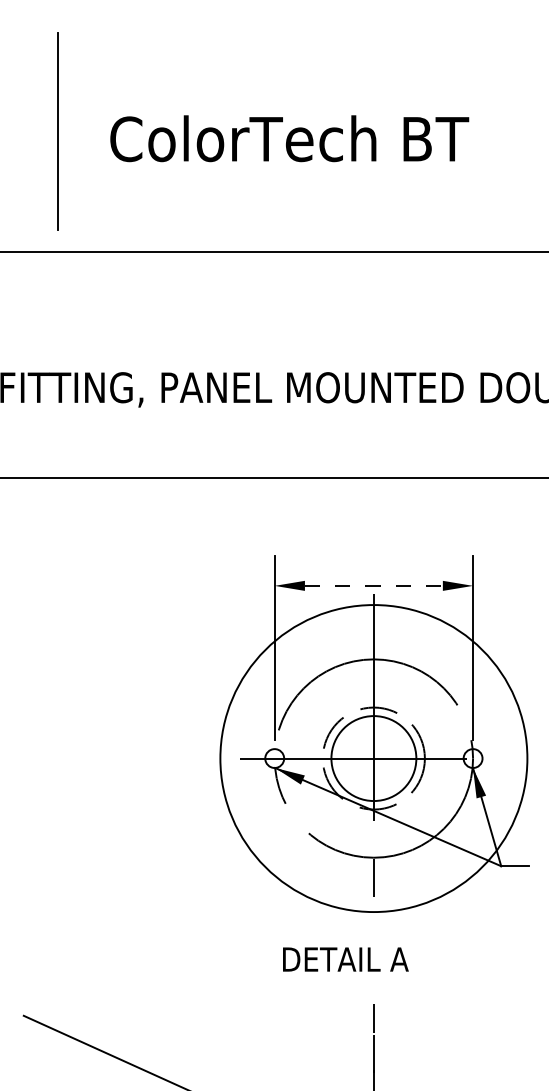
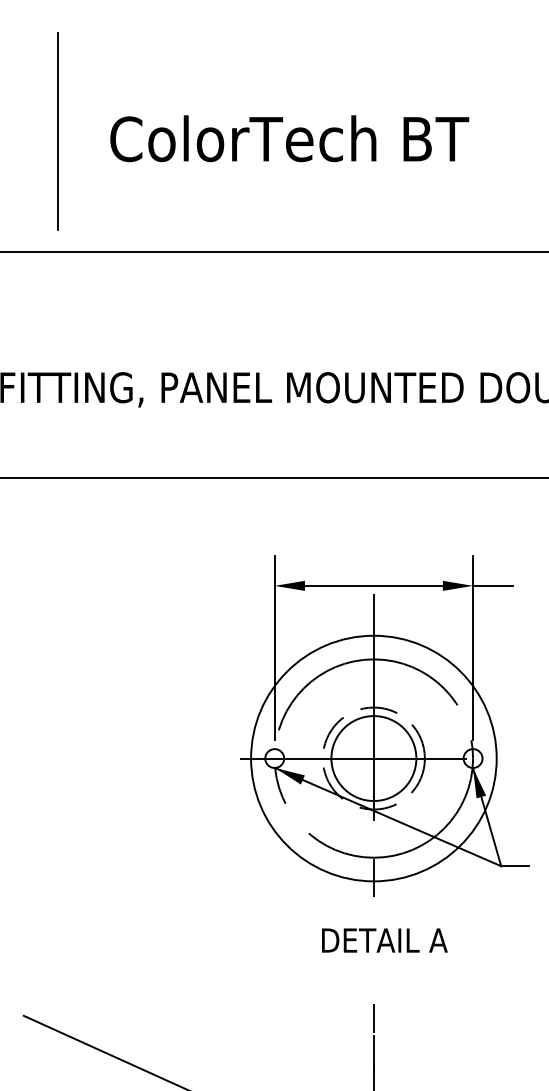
line at (373, 585): dashed -> solid
line at (492, 585): none -> present
circle at (373, 758) diameter: 307 px -> 246 px
text at (345, 959) position: (345, 959) -> (384, 940)
